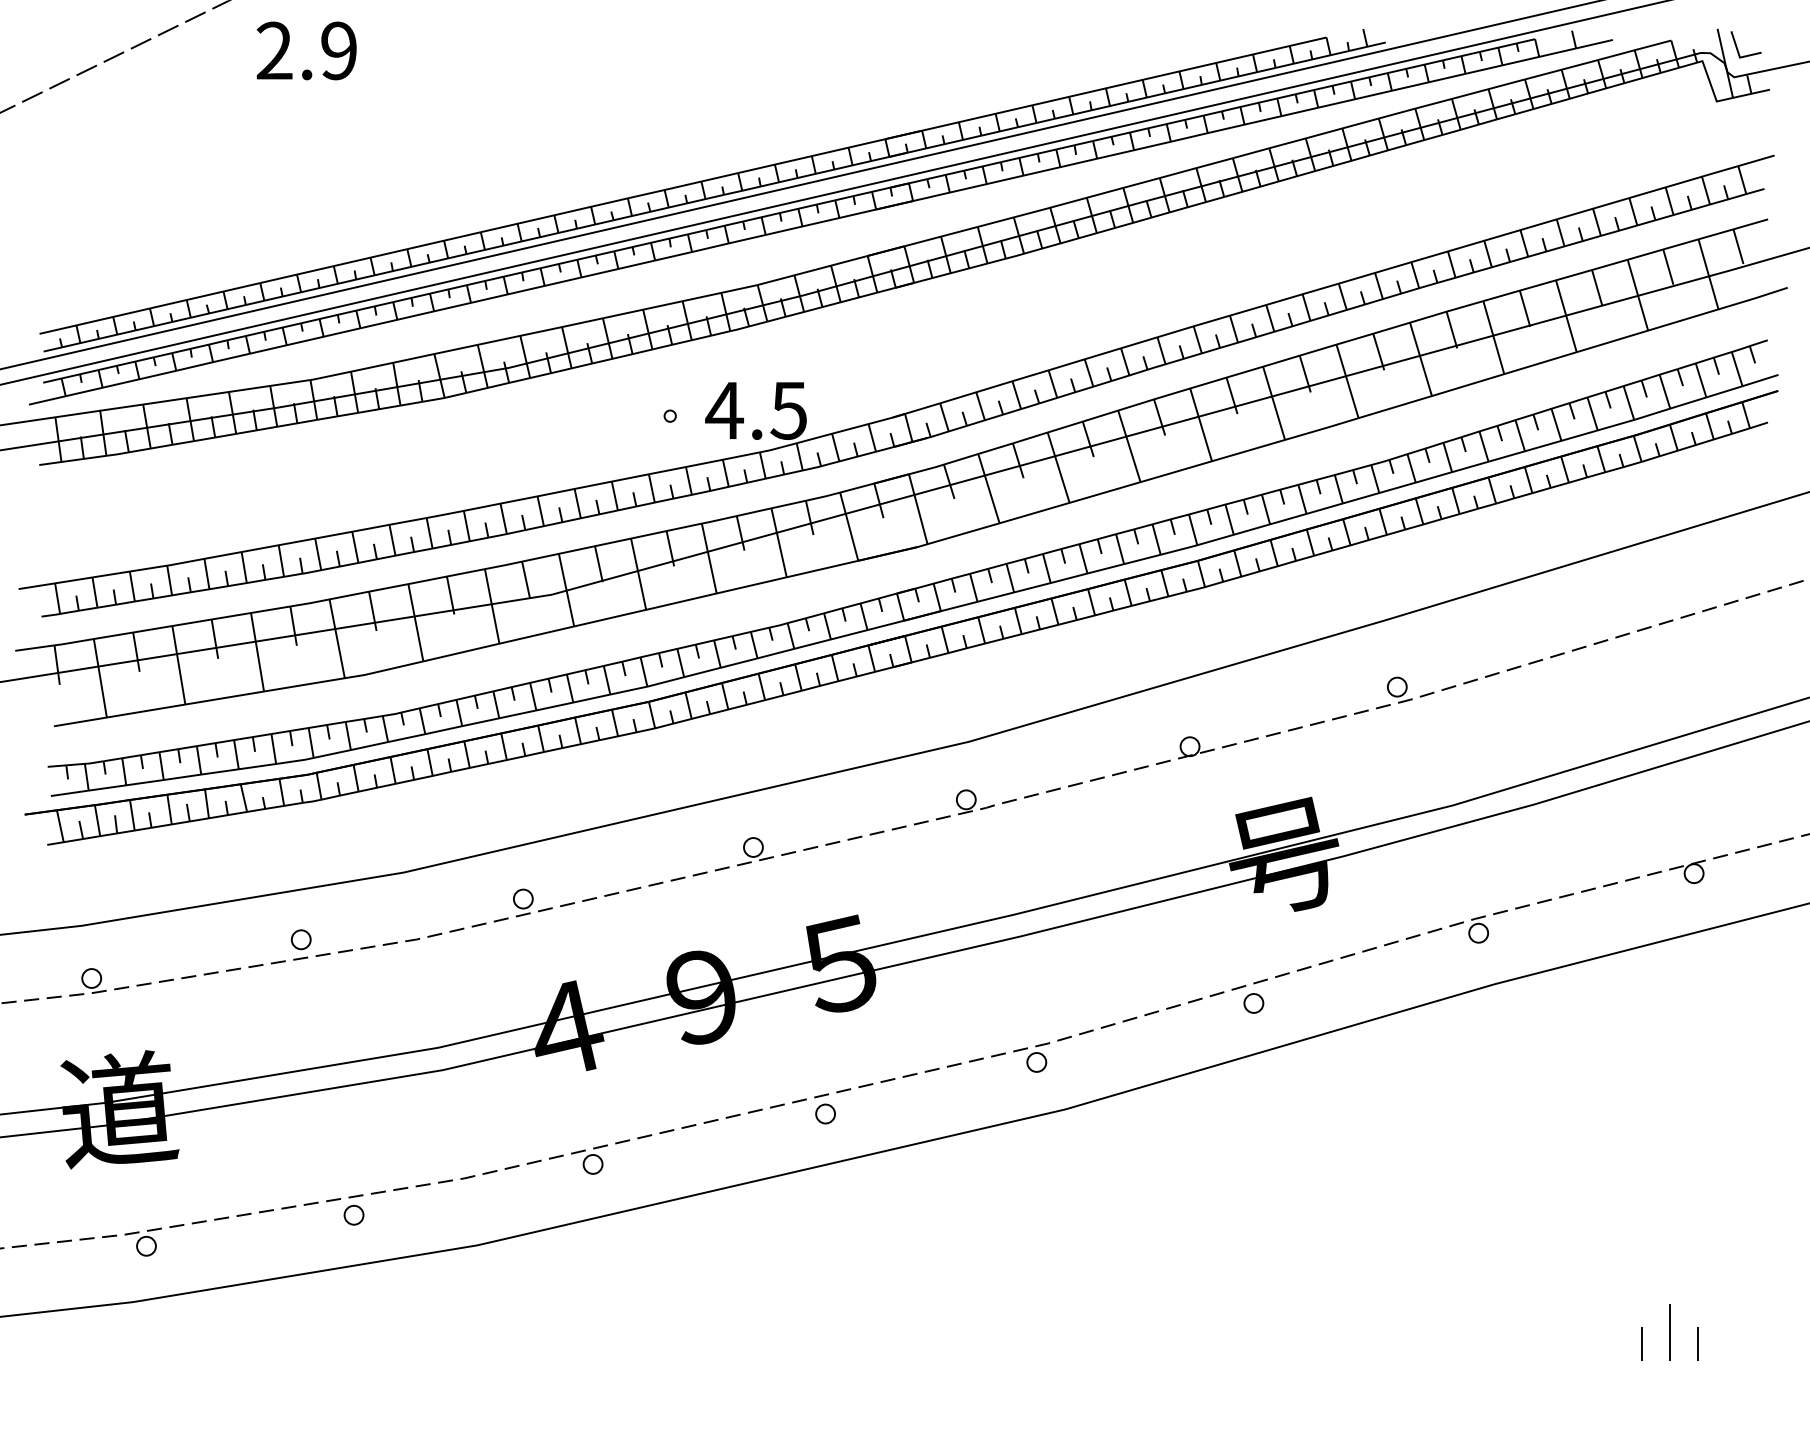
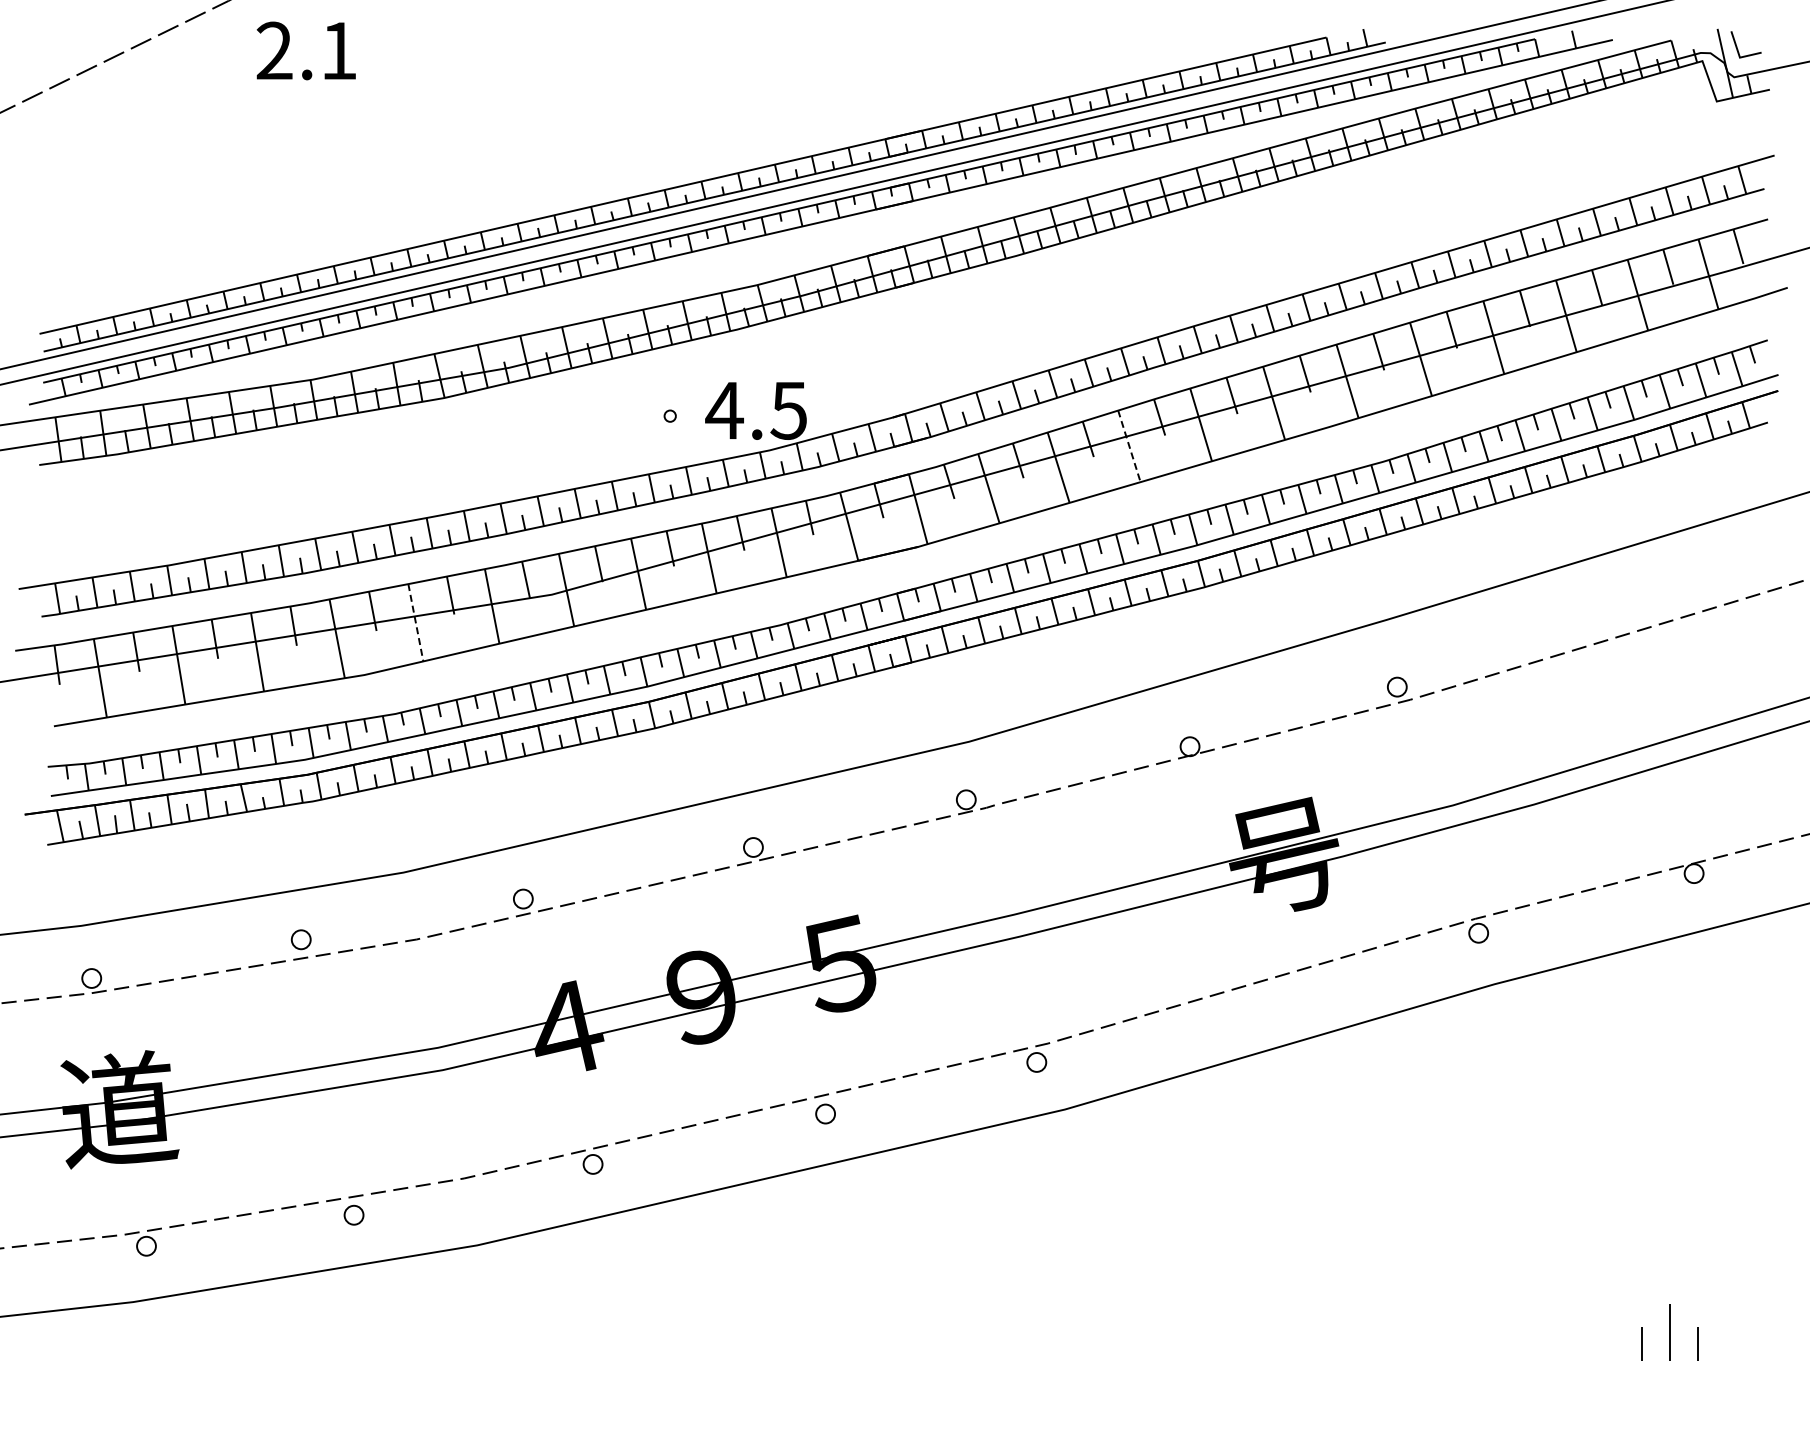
text at (338, 50): 2.9 -> 2.1
line at (1129, 446): solid -> dashed
line at (415, 623): solid -> dashed
part at (1253, 1003): present -> none
